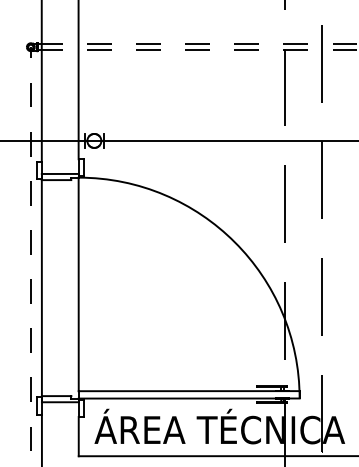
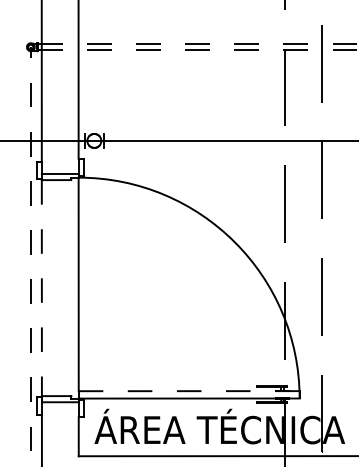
line at (41, 288): solid -> dashed
line at (188, 391): solid -> dashed
